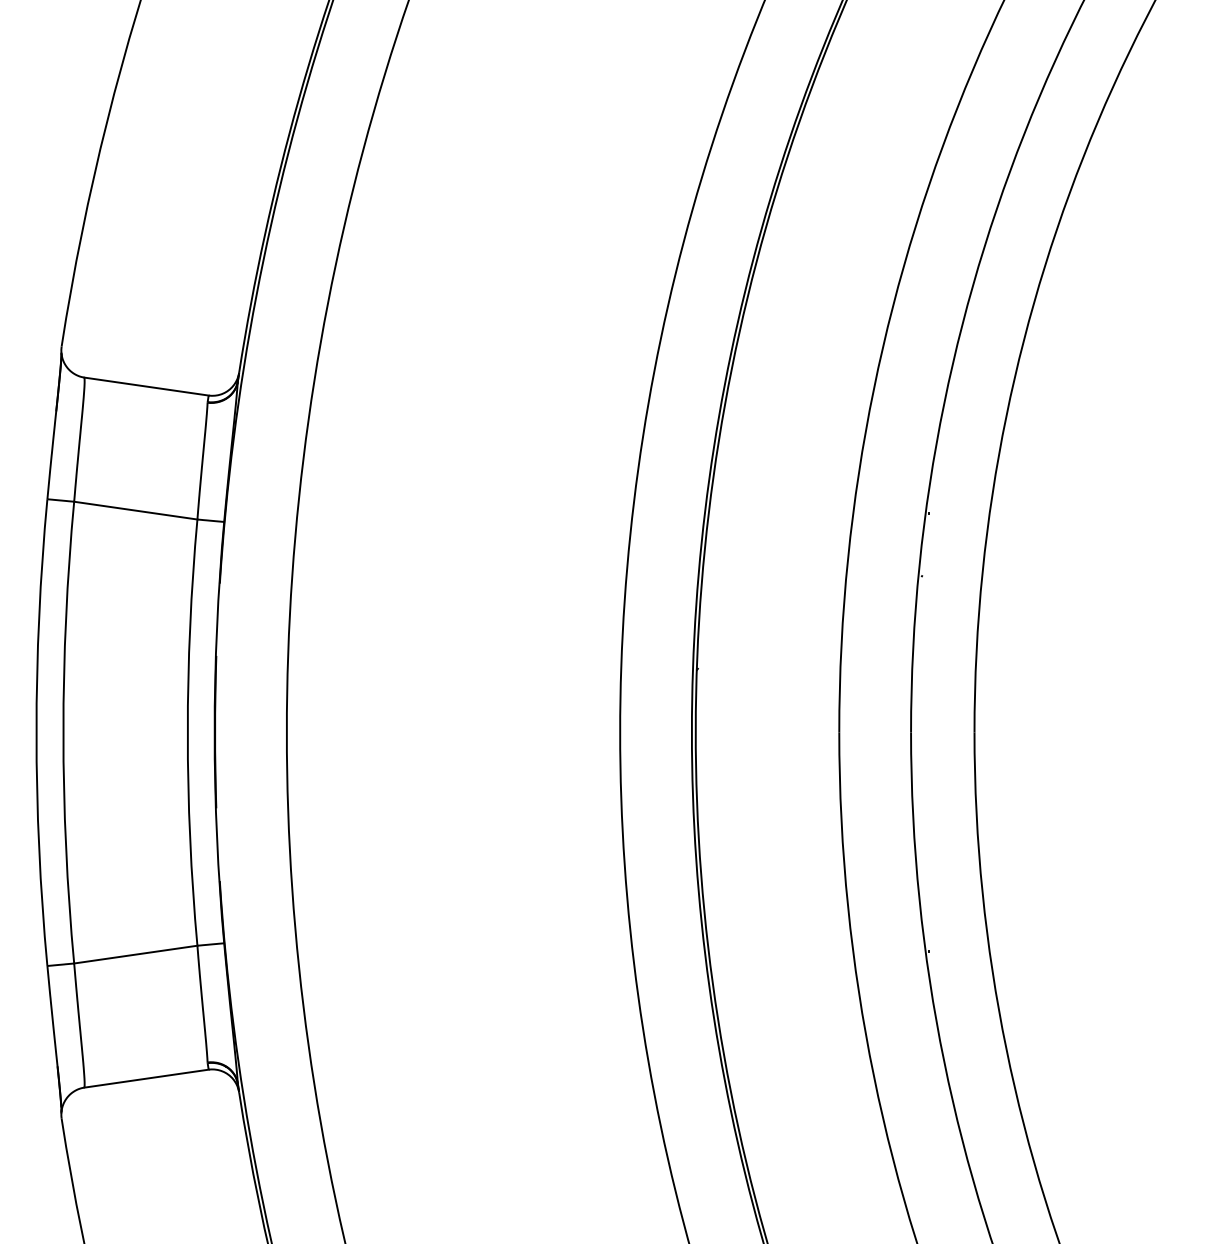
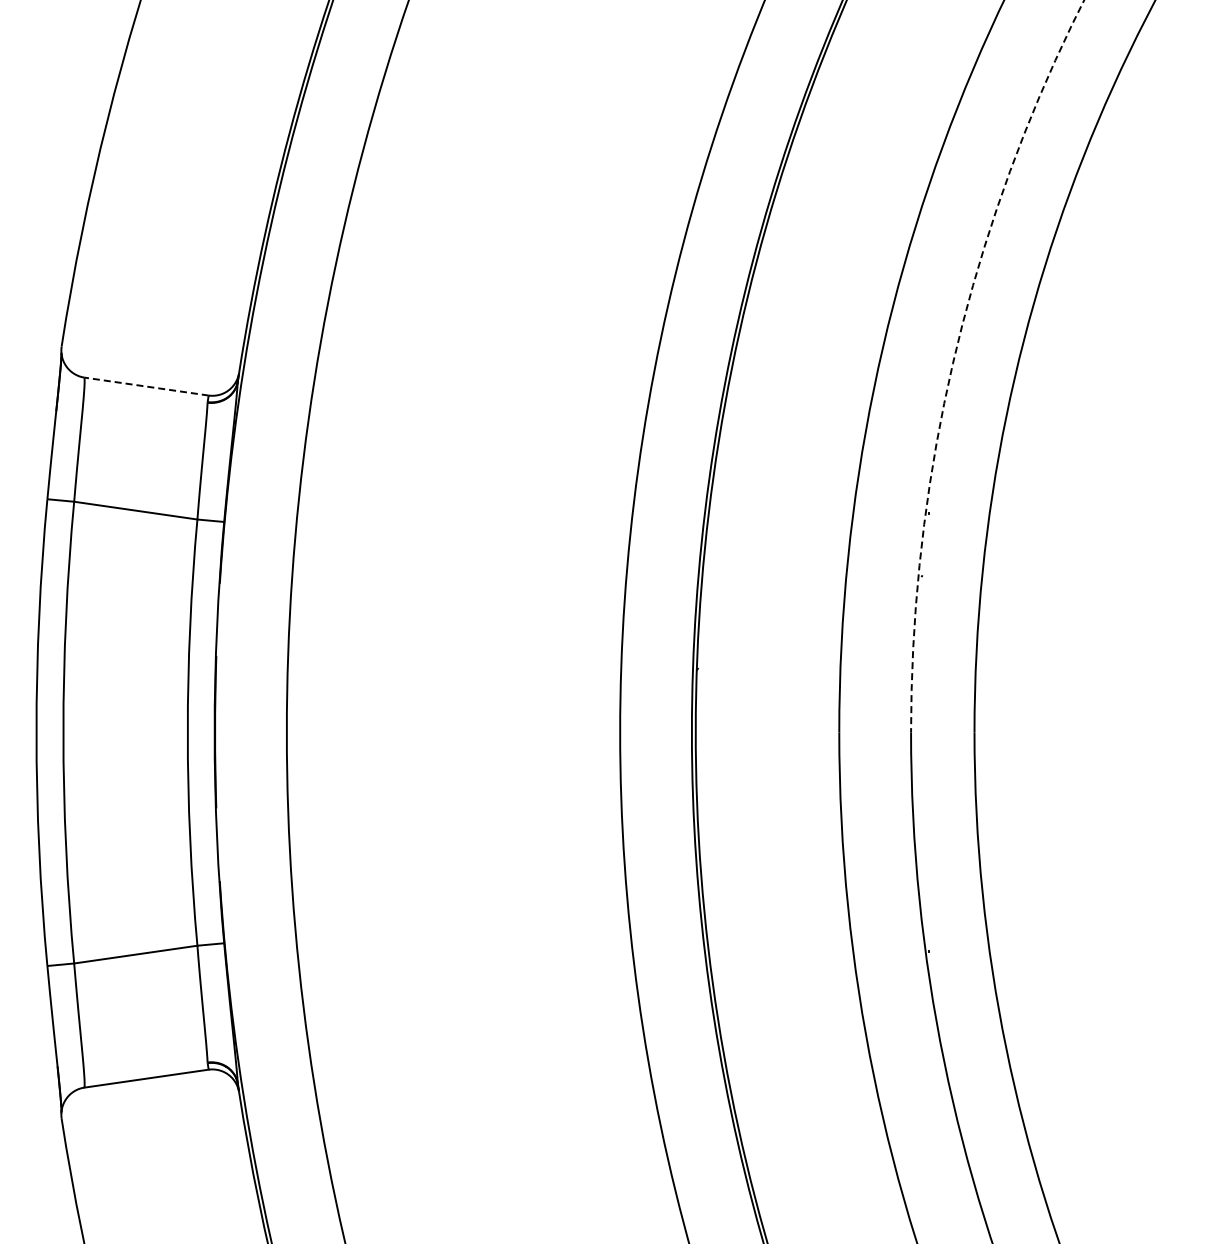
arc at (954, 359): solid -> dashed
line at (146, 386): solid -> dashed
